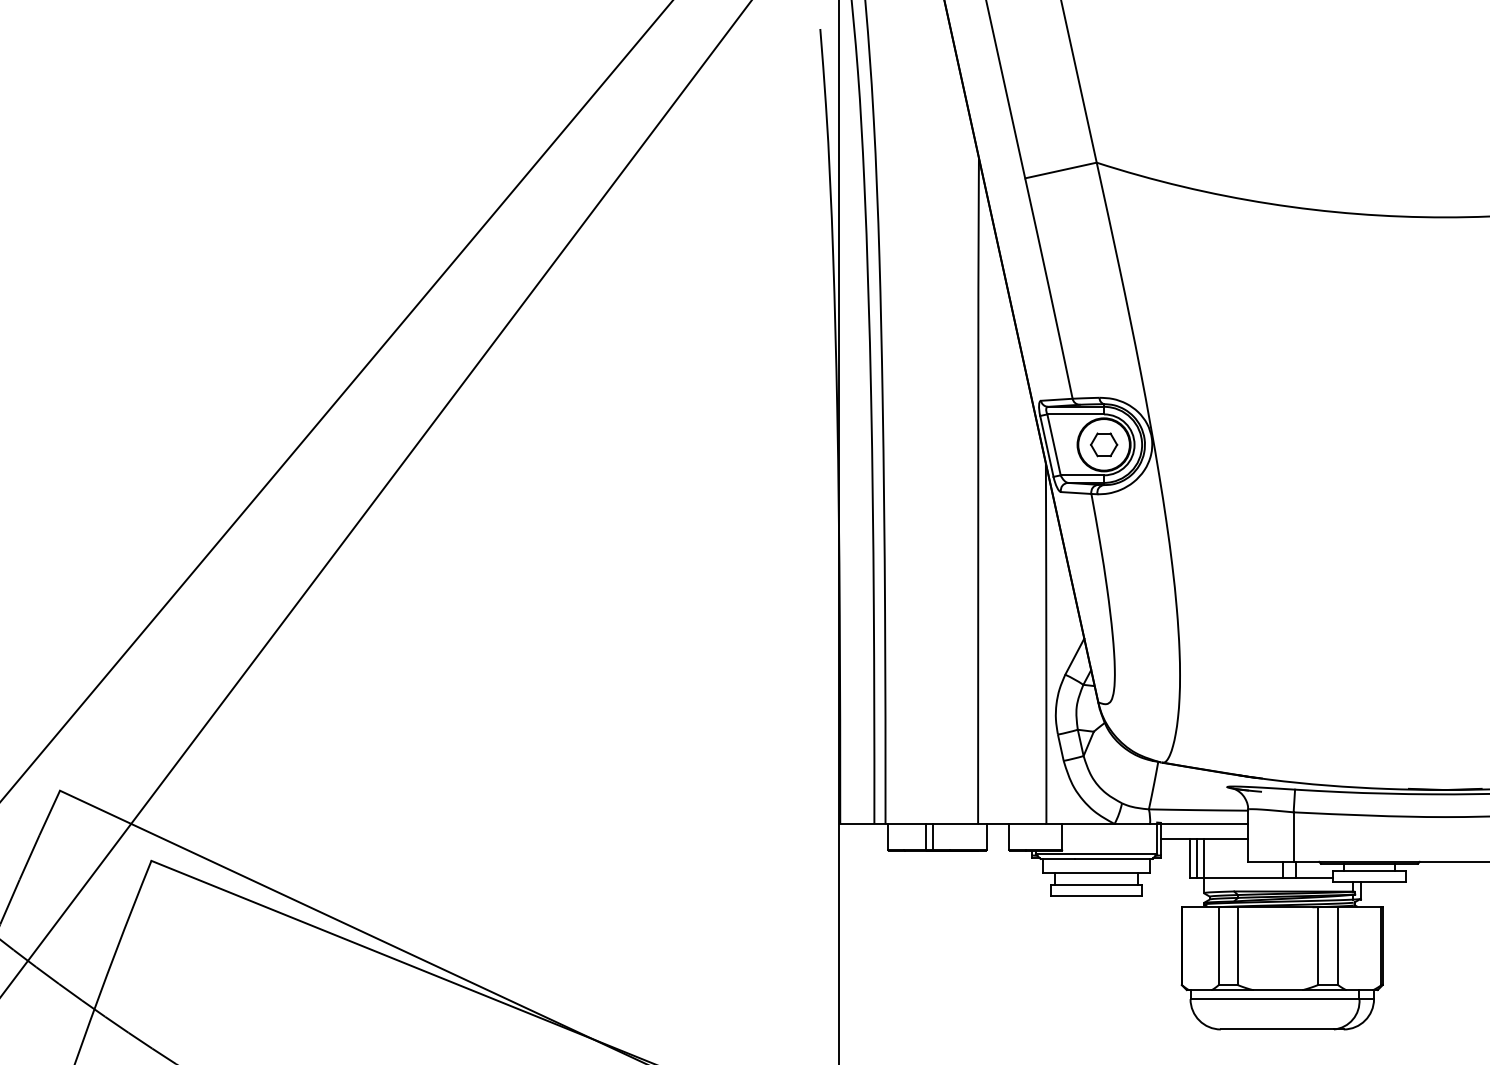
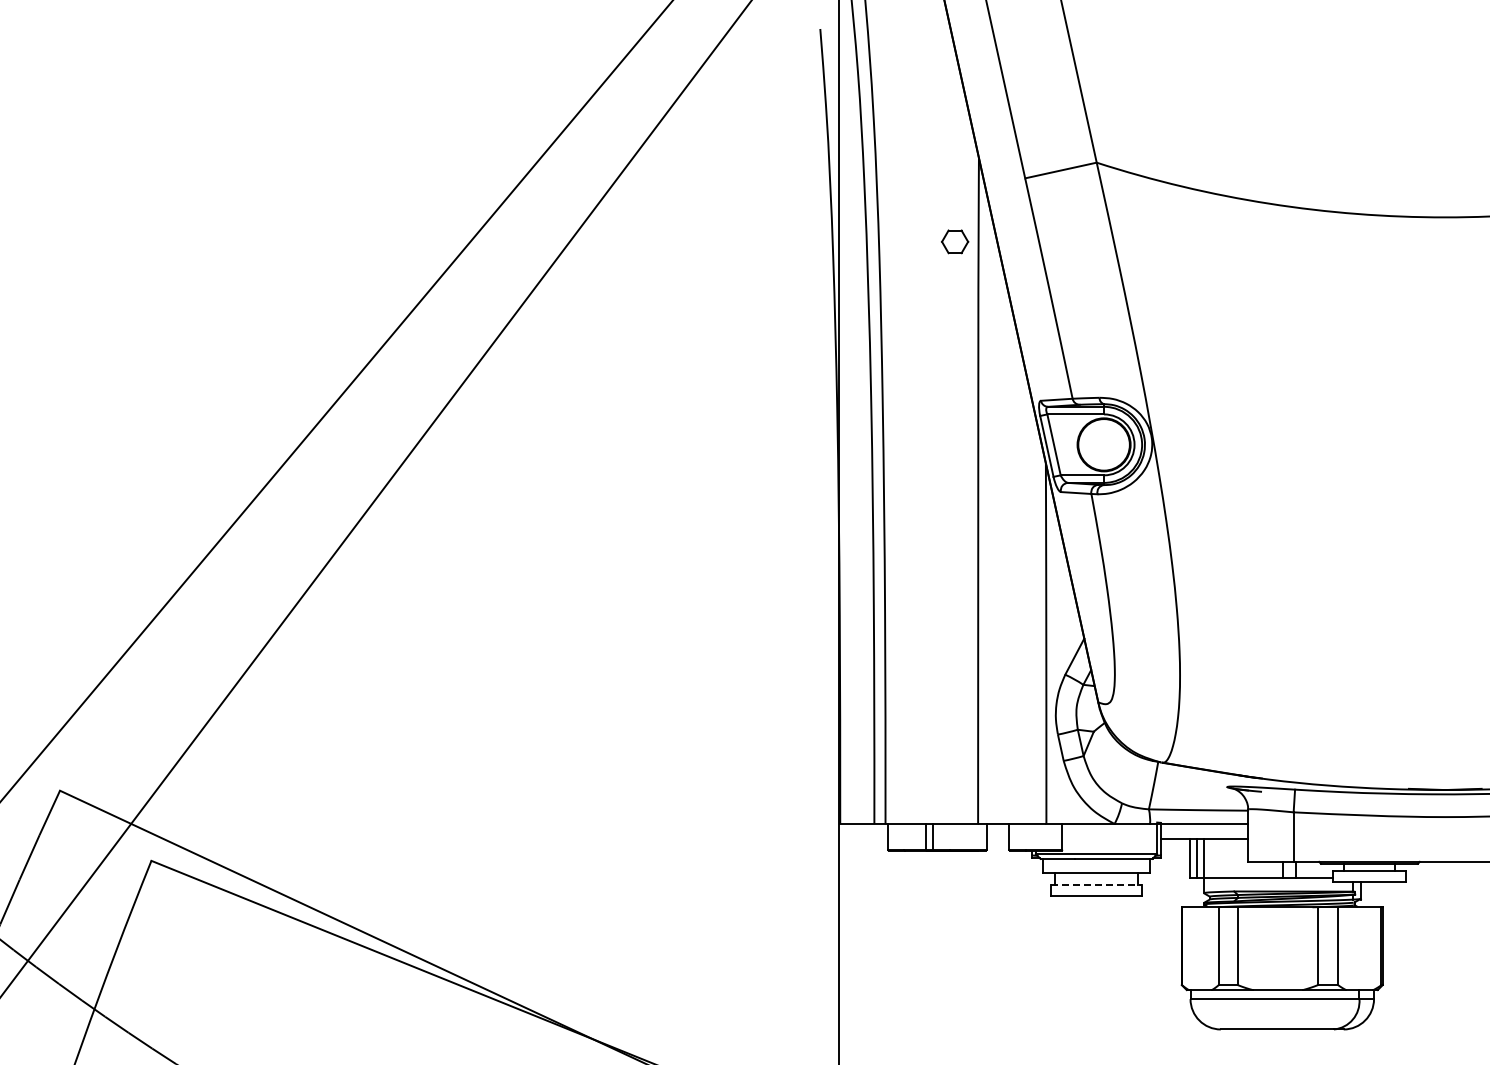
part at (1104, 444) position: (1104, 444) -> (955, 241)
line at (1097, 884): solid -> dashed
